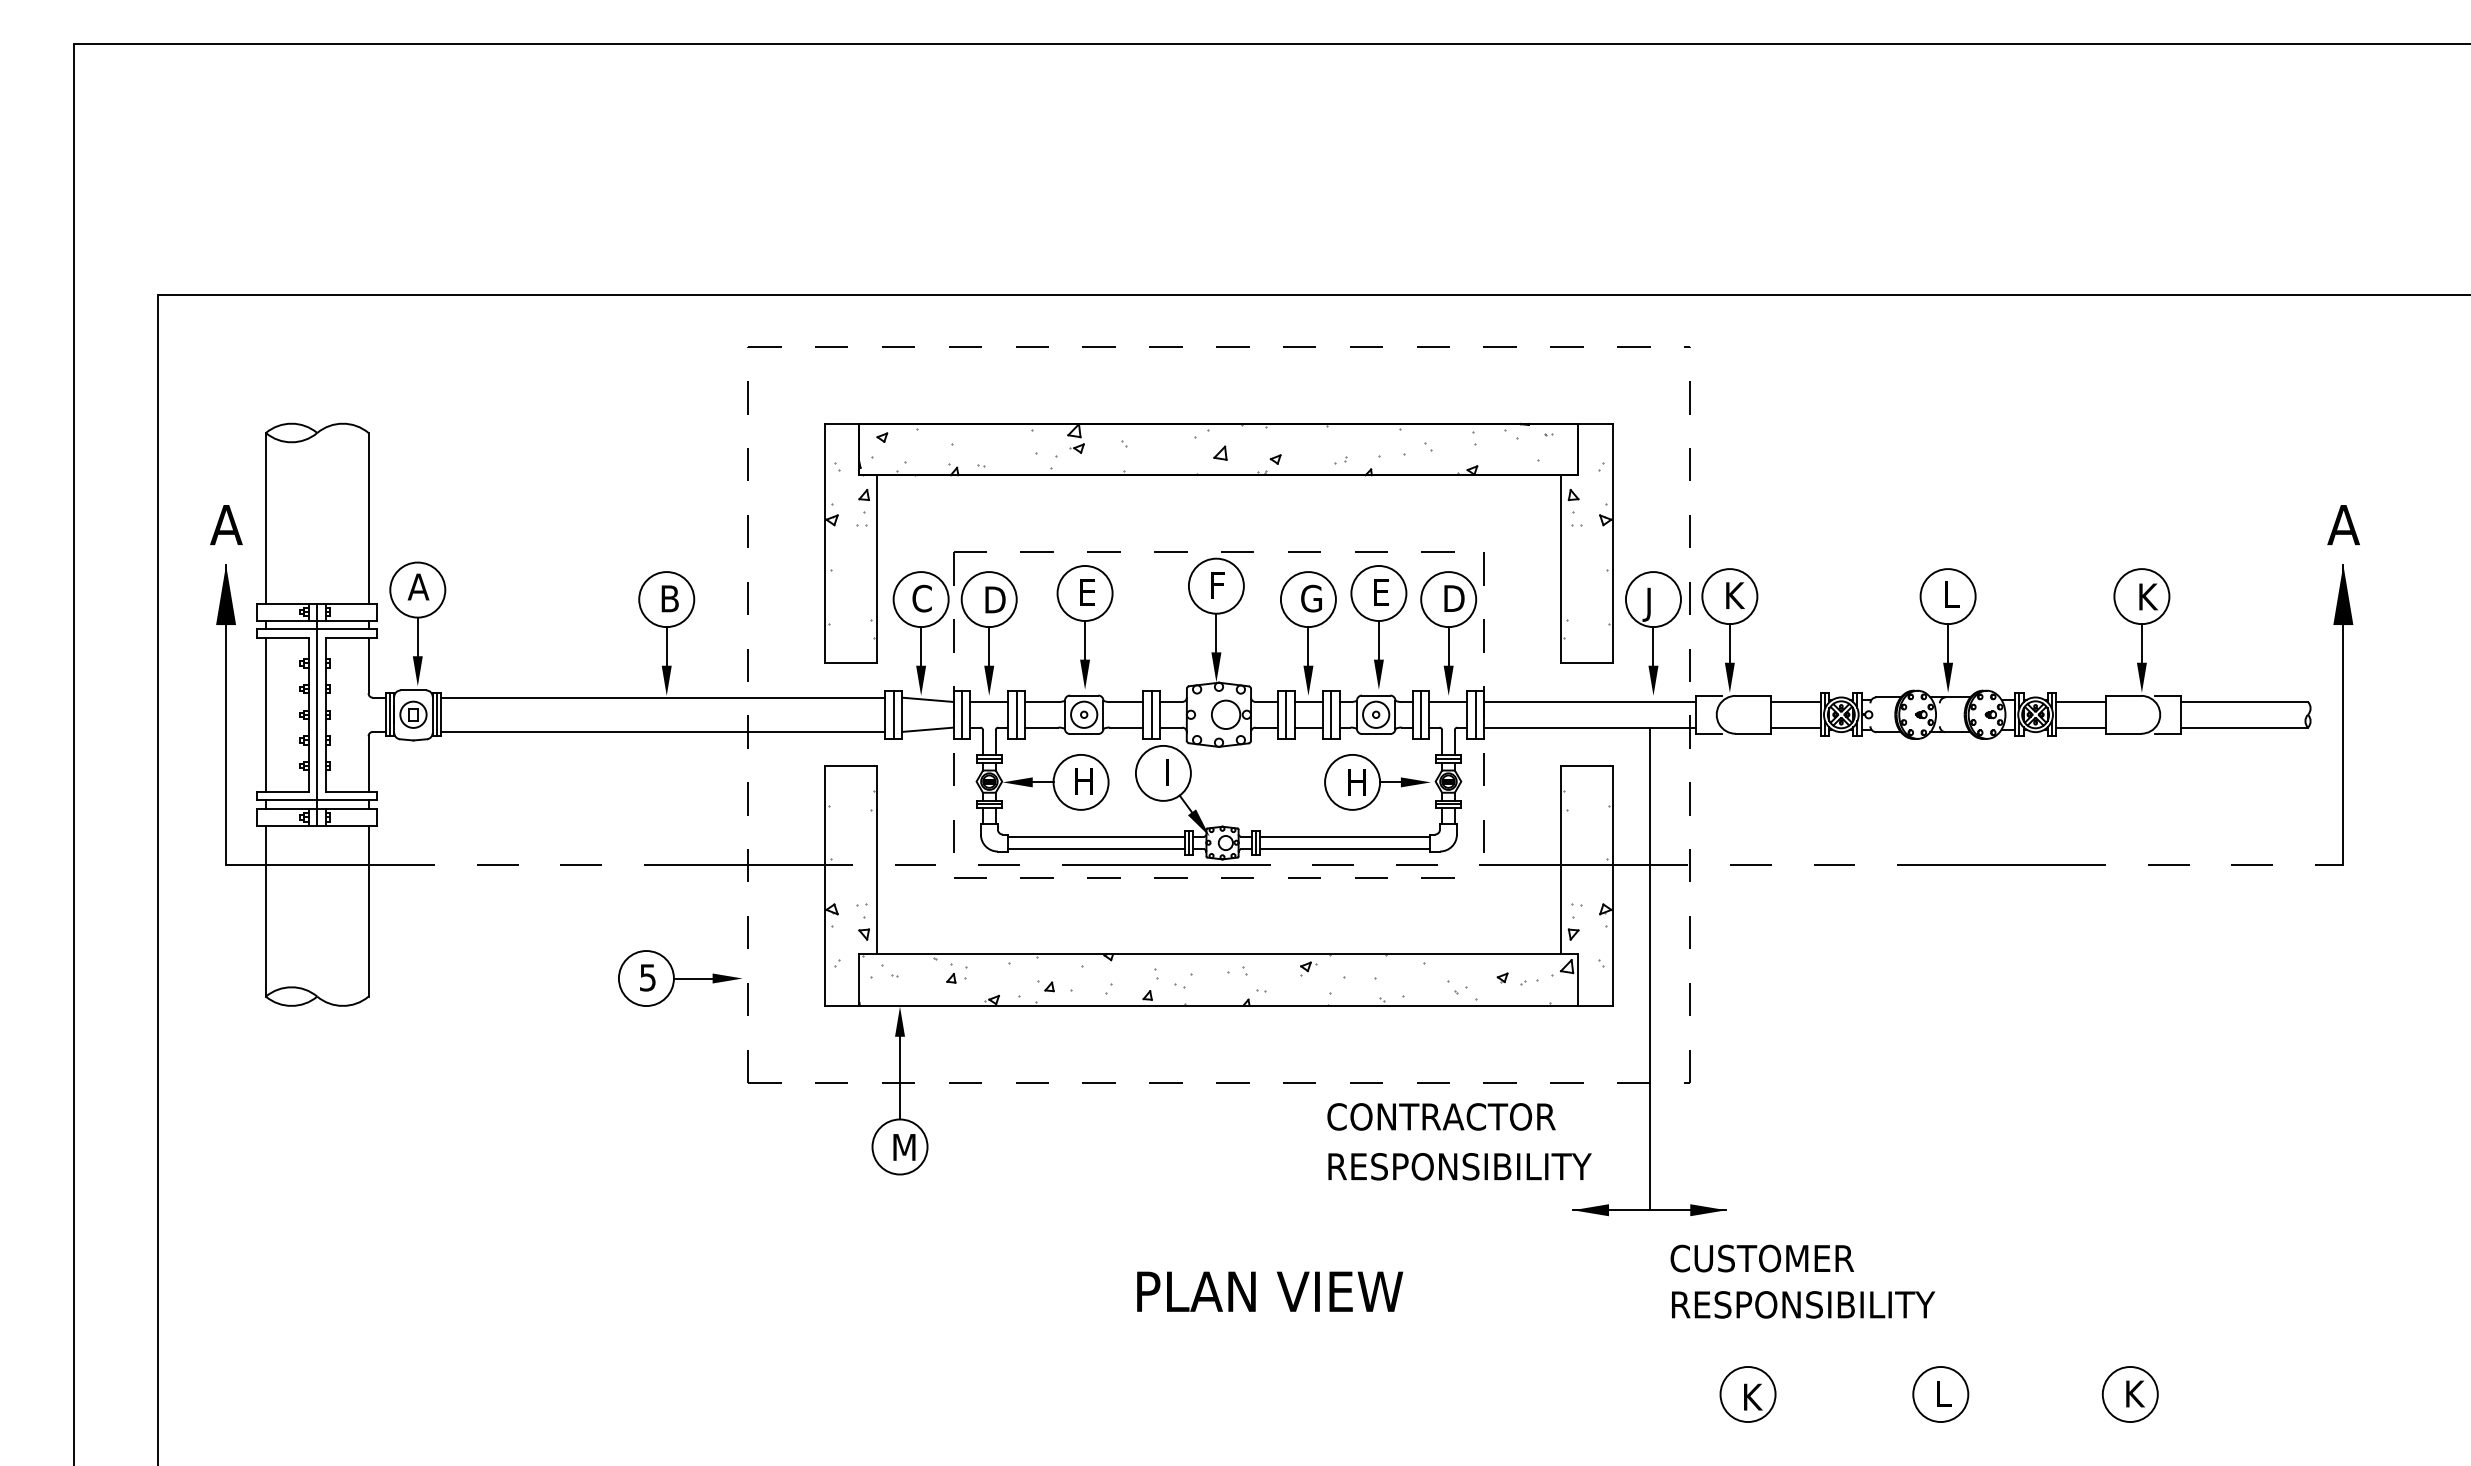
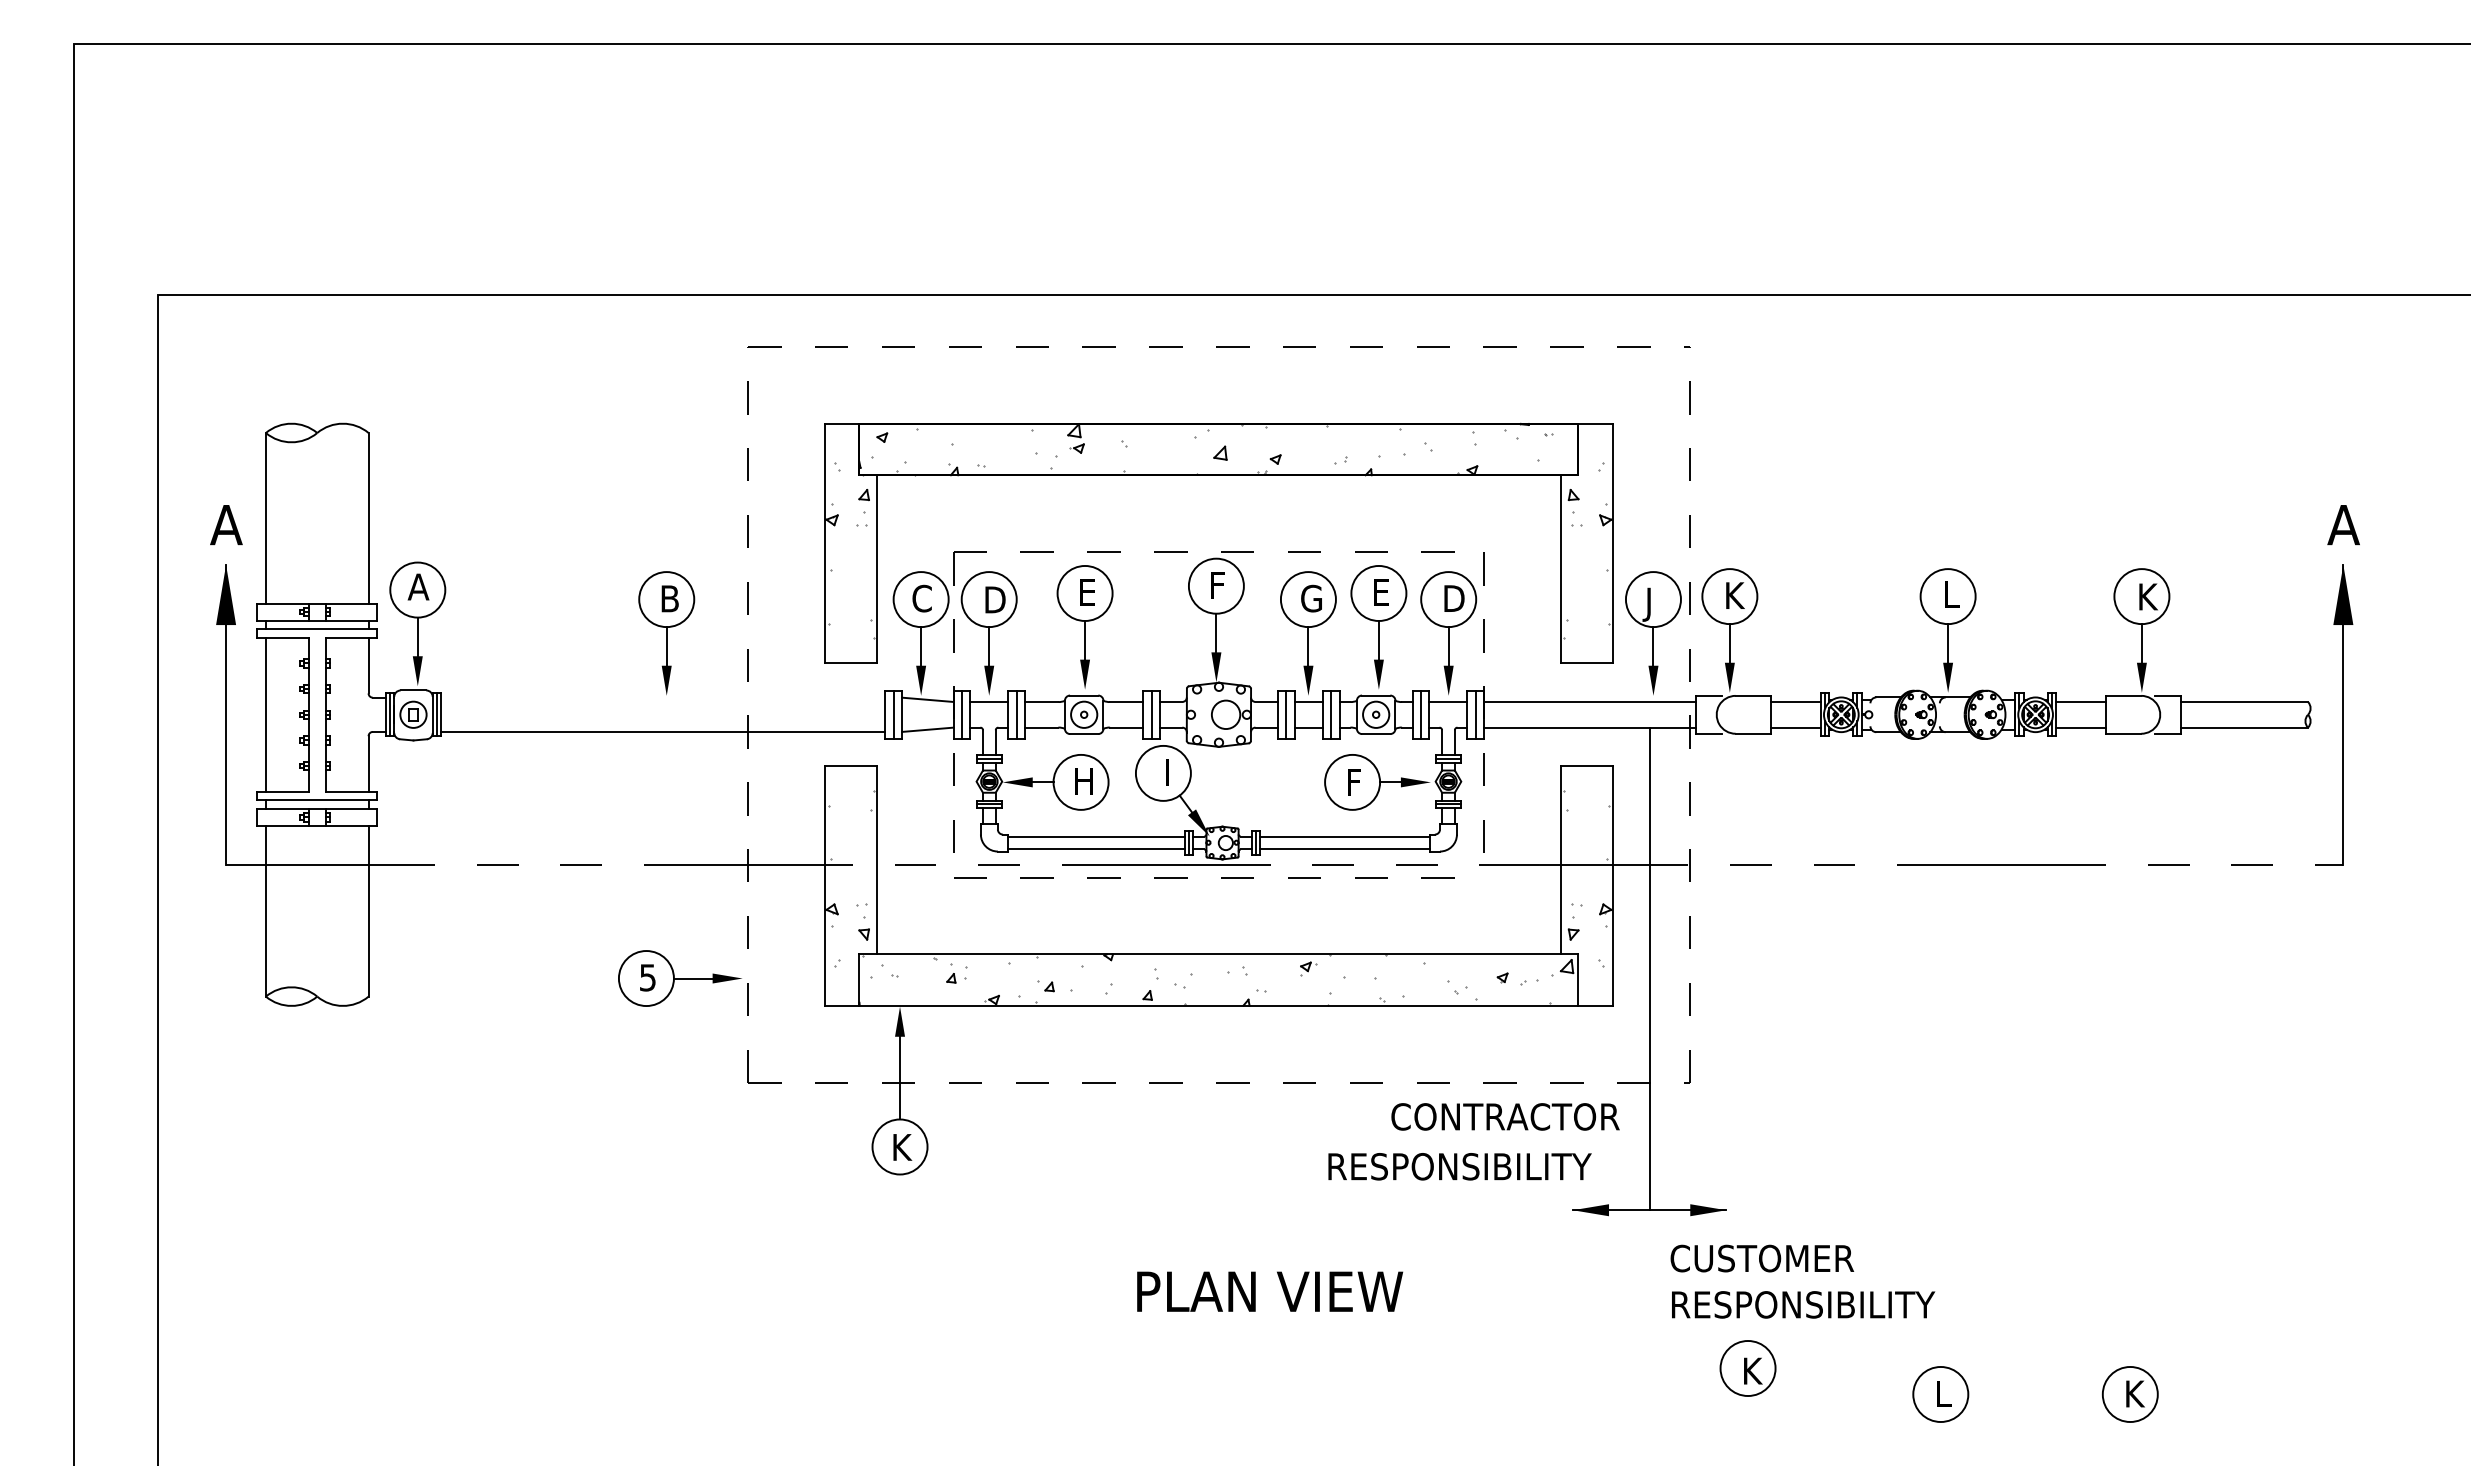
line at (663, 697): present -> none
line at (317, 714): present -> none
text at (1358, 782): H -> F
text at (1441, 1116) position: (1441, 1116) -> (1505, 1116)
text at (905, 1147): M -> K
part at (1747, 1394) position: (1747, 1394) -> (1747, 1368)
